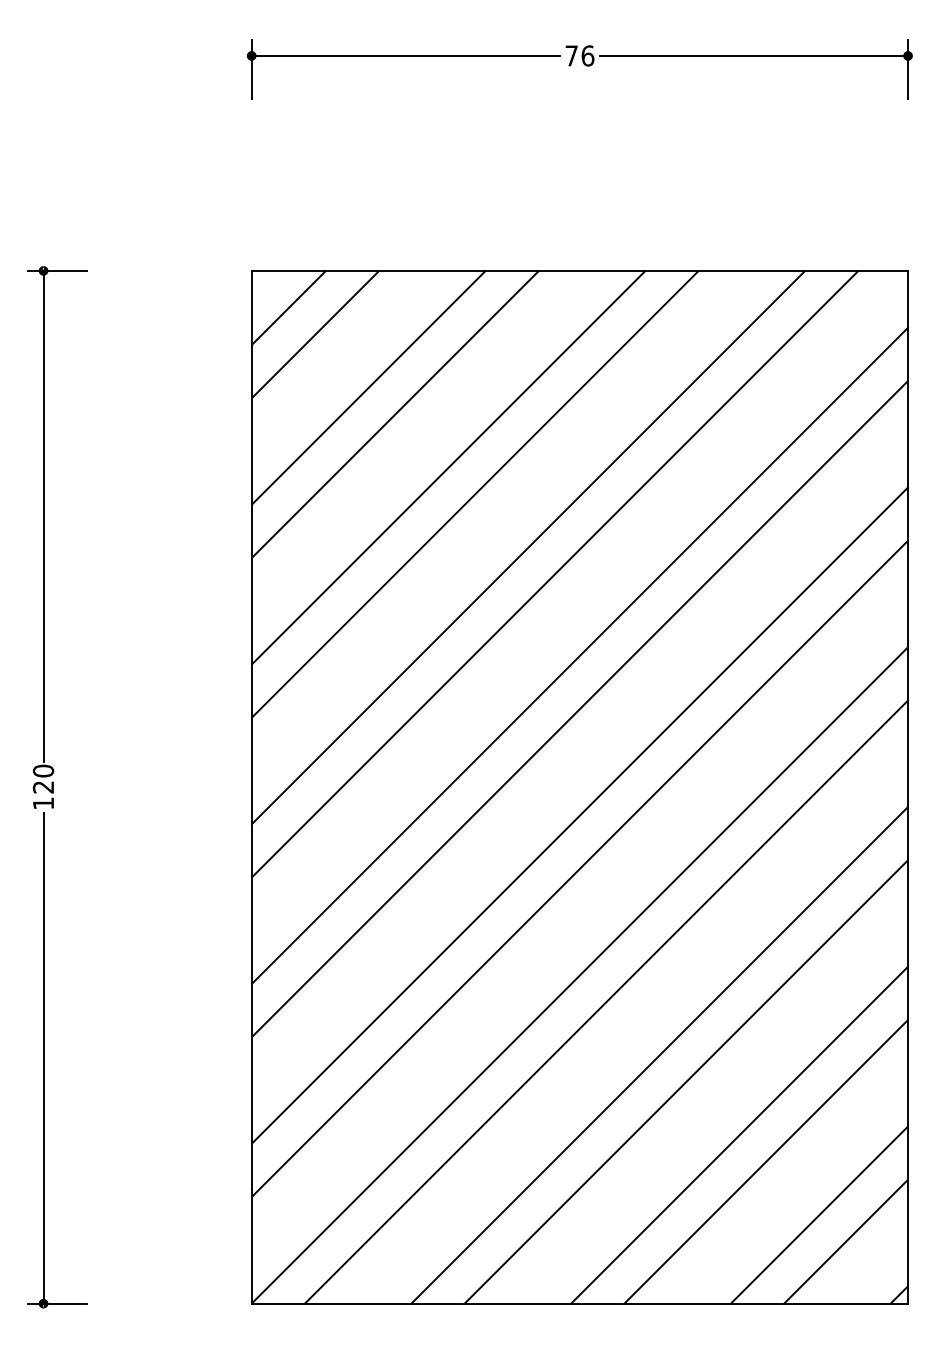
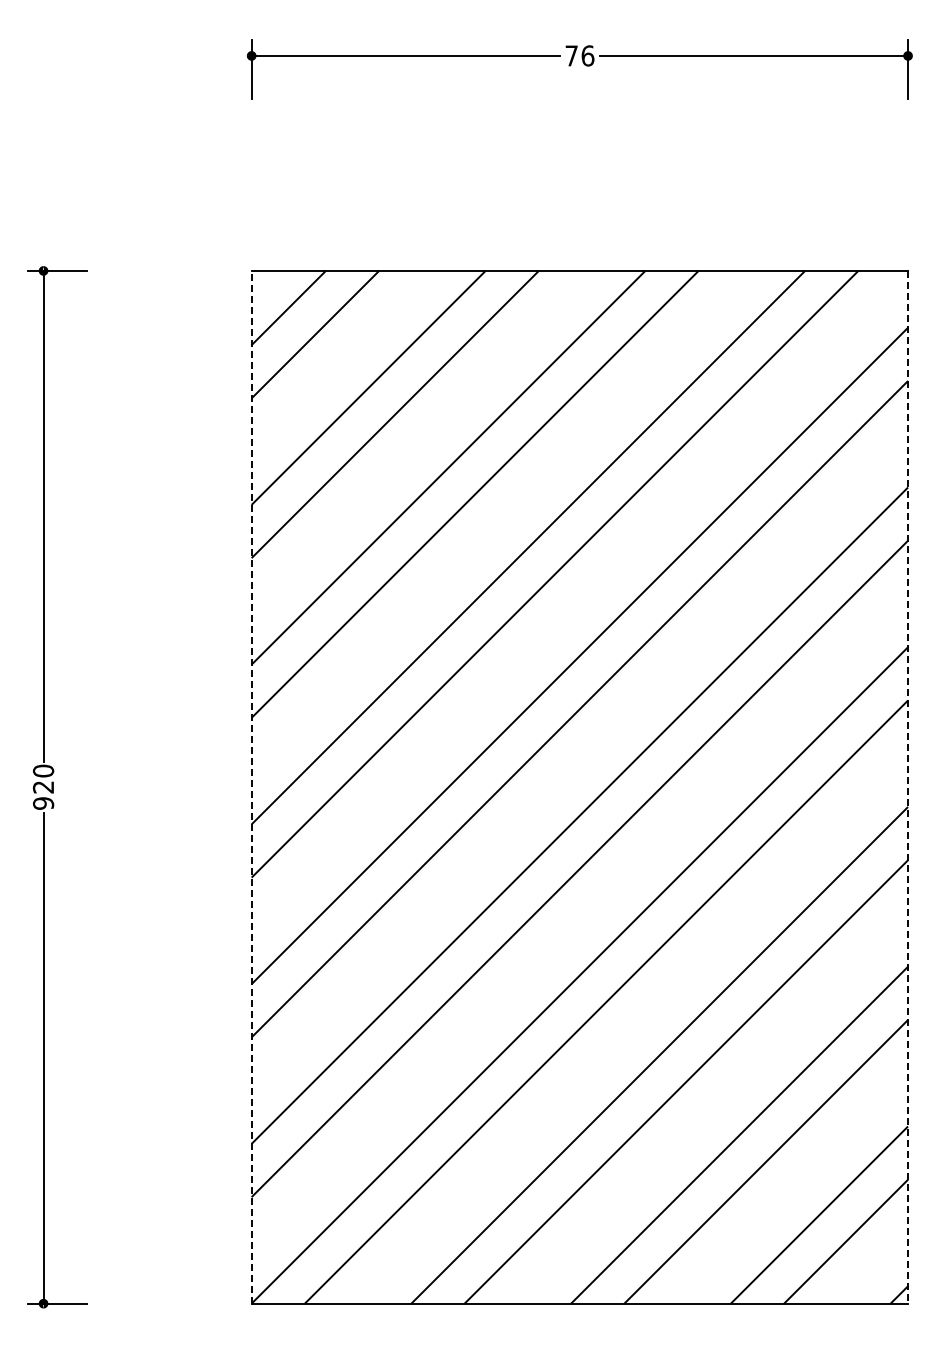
line at (251, 786): solid -> dashed
line at (908, 787): solid -> dashed
text at (43, 803): 120 -> 920
